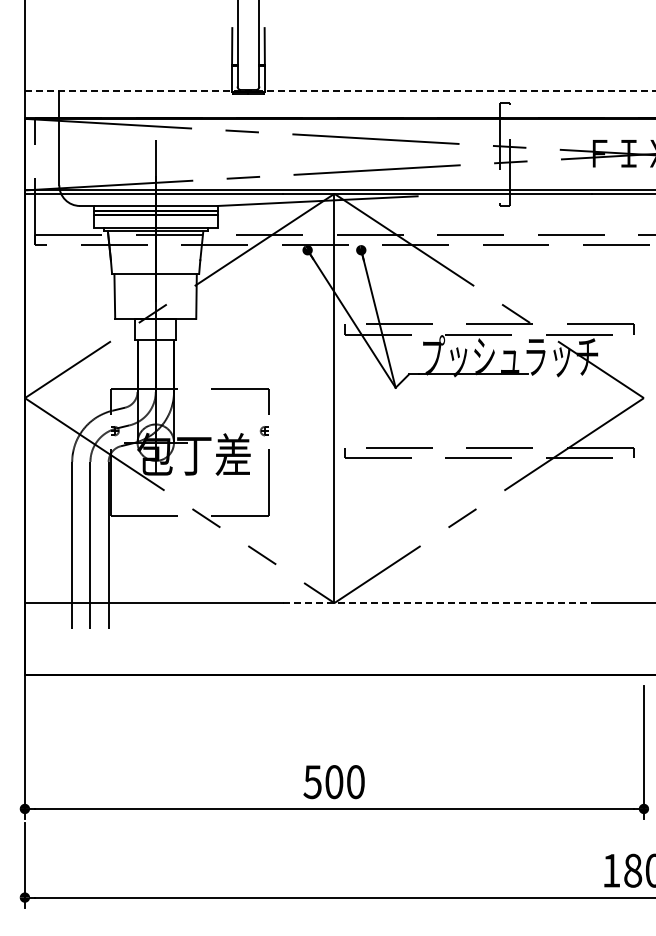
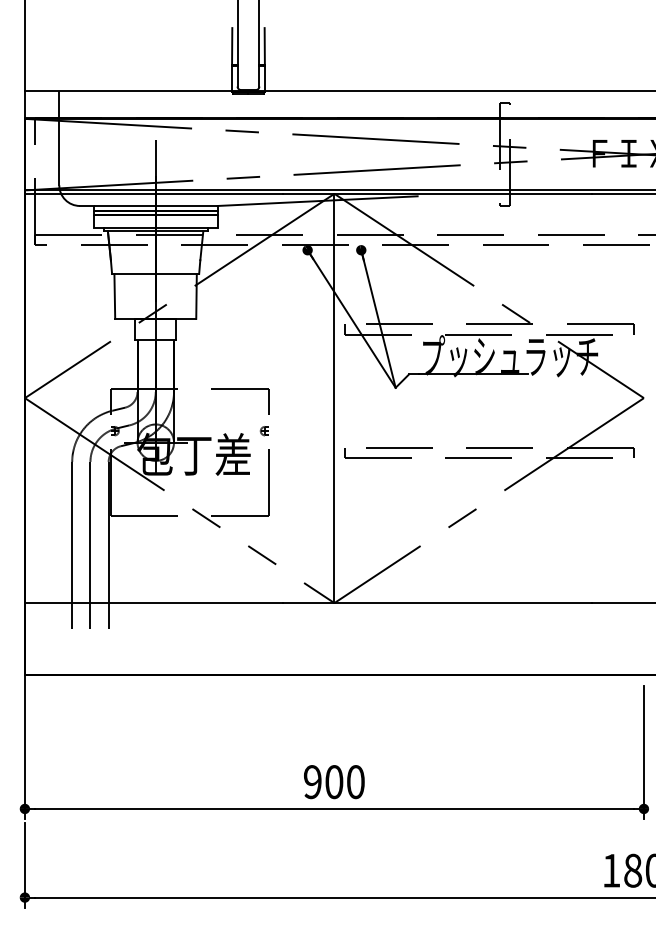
line at (340, 90): dashed -> solid
line at (437, 603): dashed -> solid
text at (312, 782): 500 -> 900
